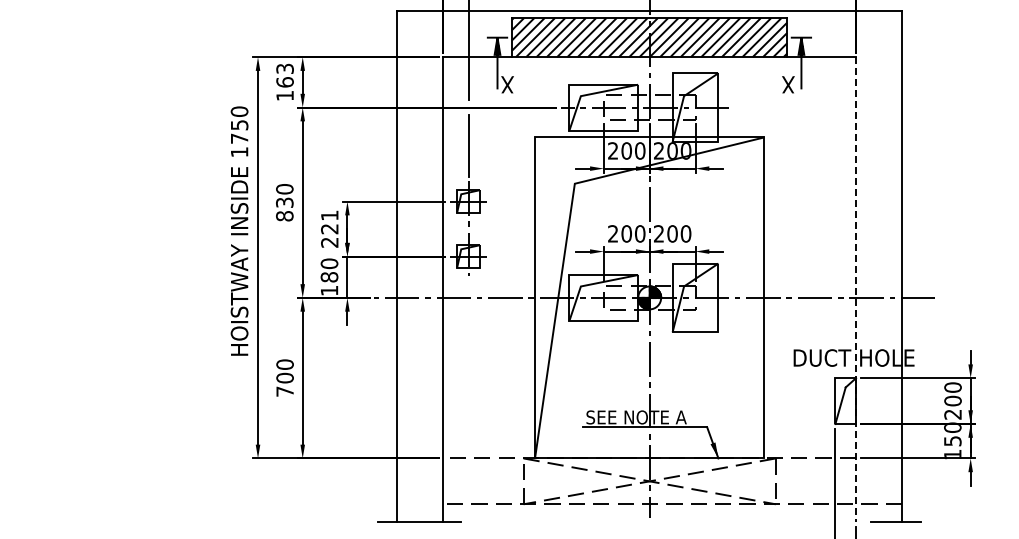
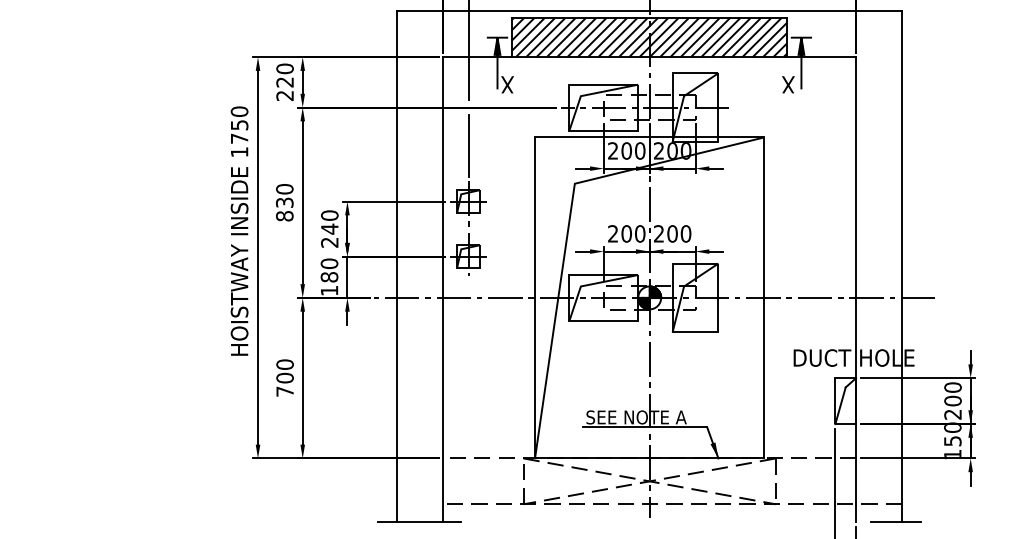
text at (284, 81): 163 -> 220
text at (329, 222): 221 -> 240
line at (856, 290): dashed -> solid
